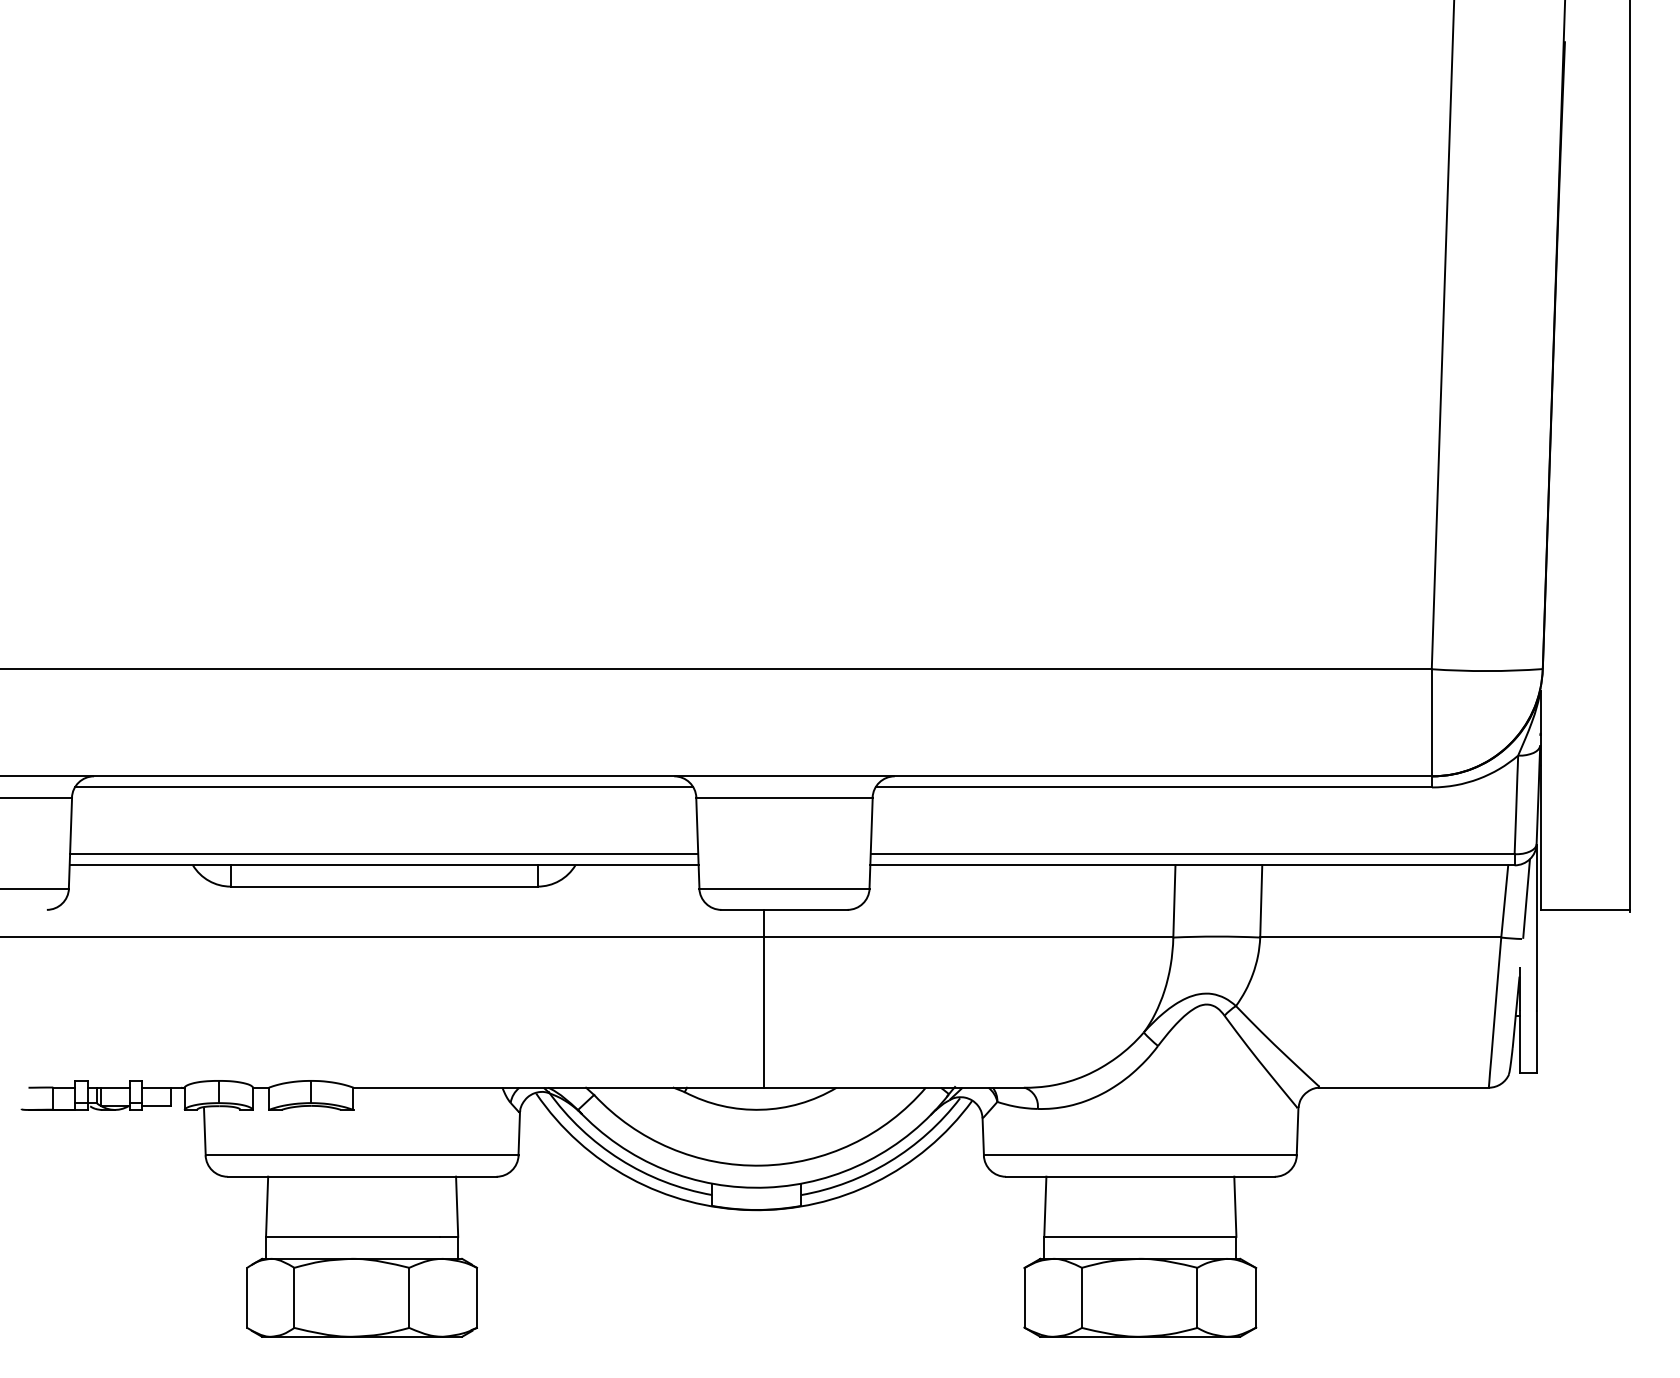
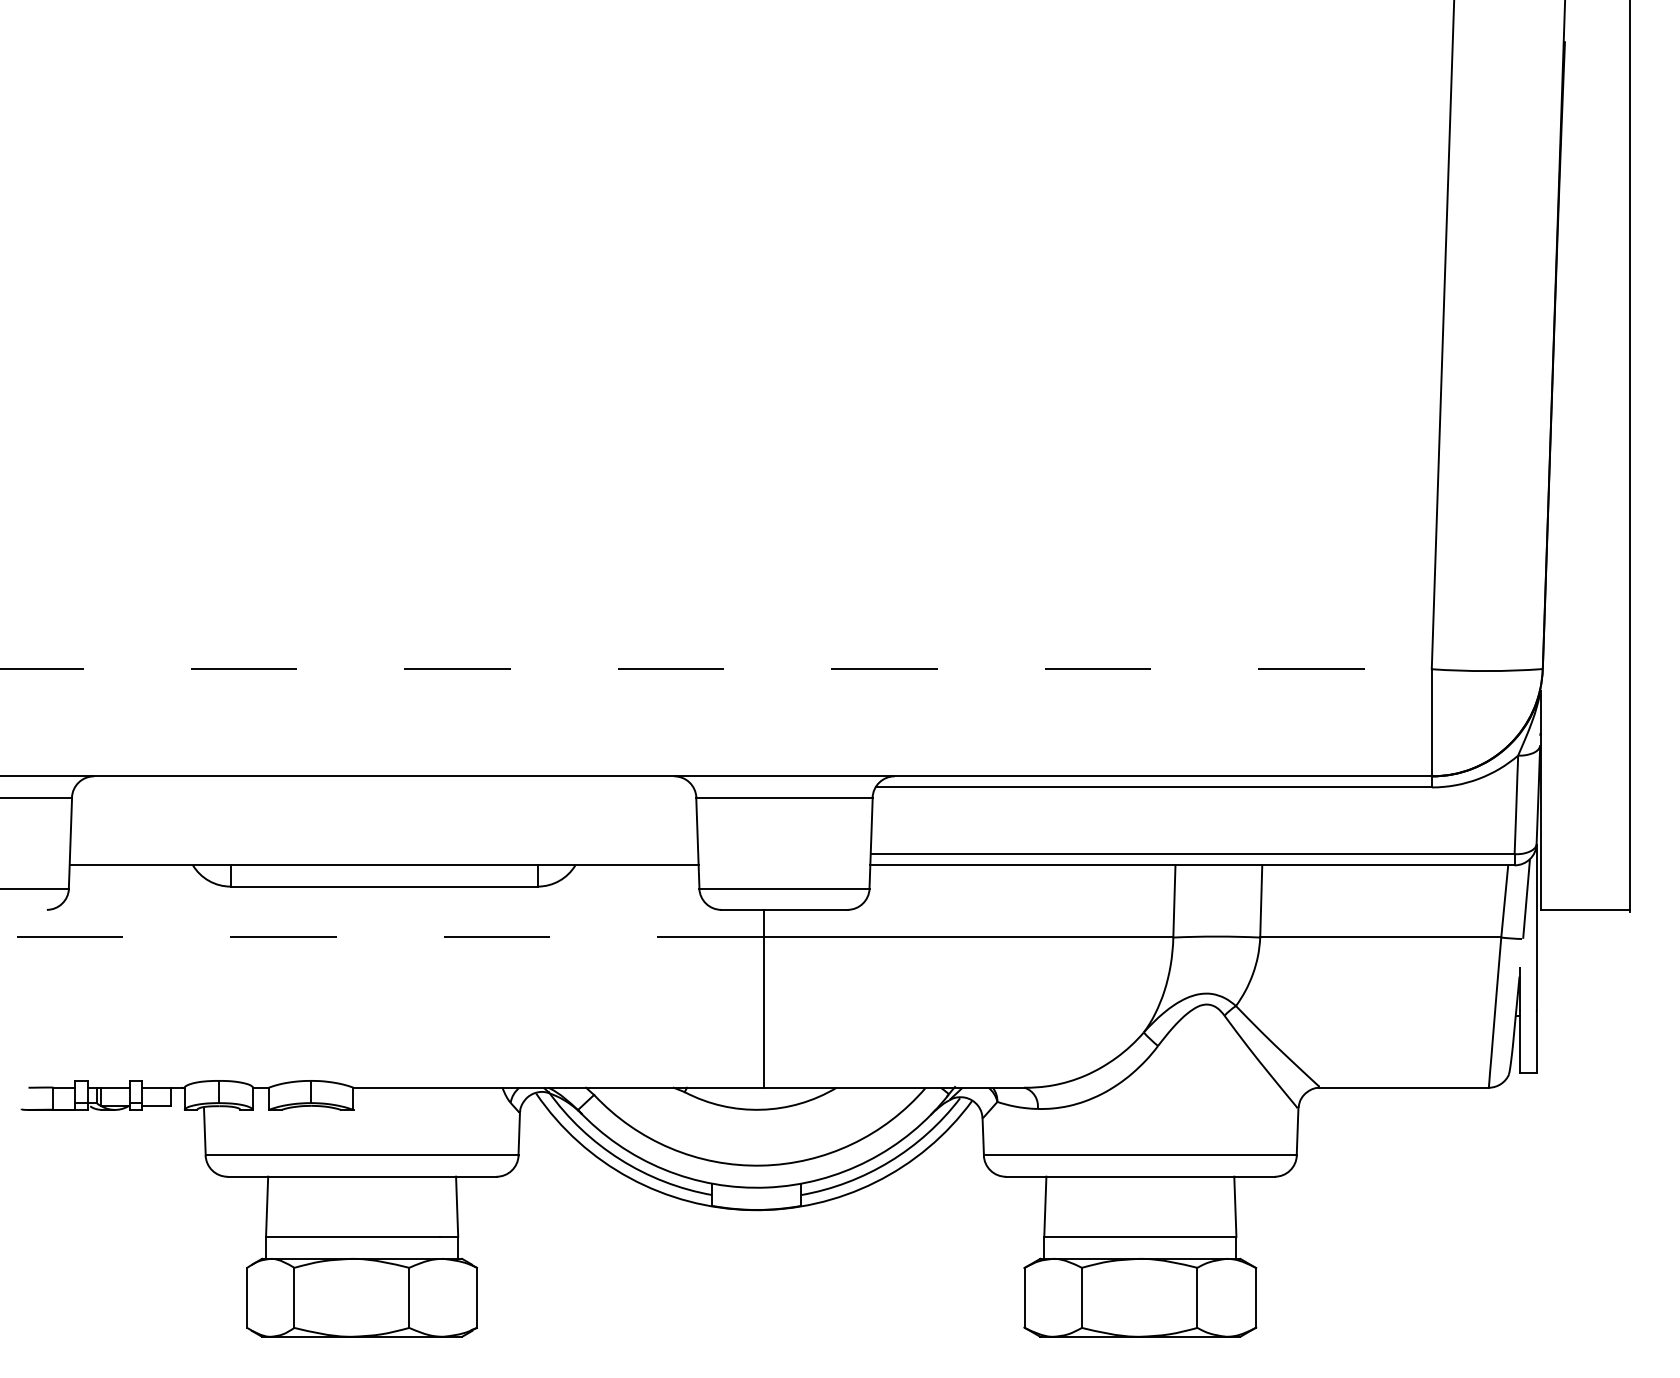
line at (716, 669): solid -> dashed
line at (384, 787): present -> none
line at (384, 854): present -> none
line at (382, 937): solid -> dashed
